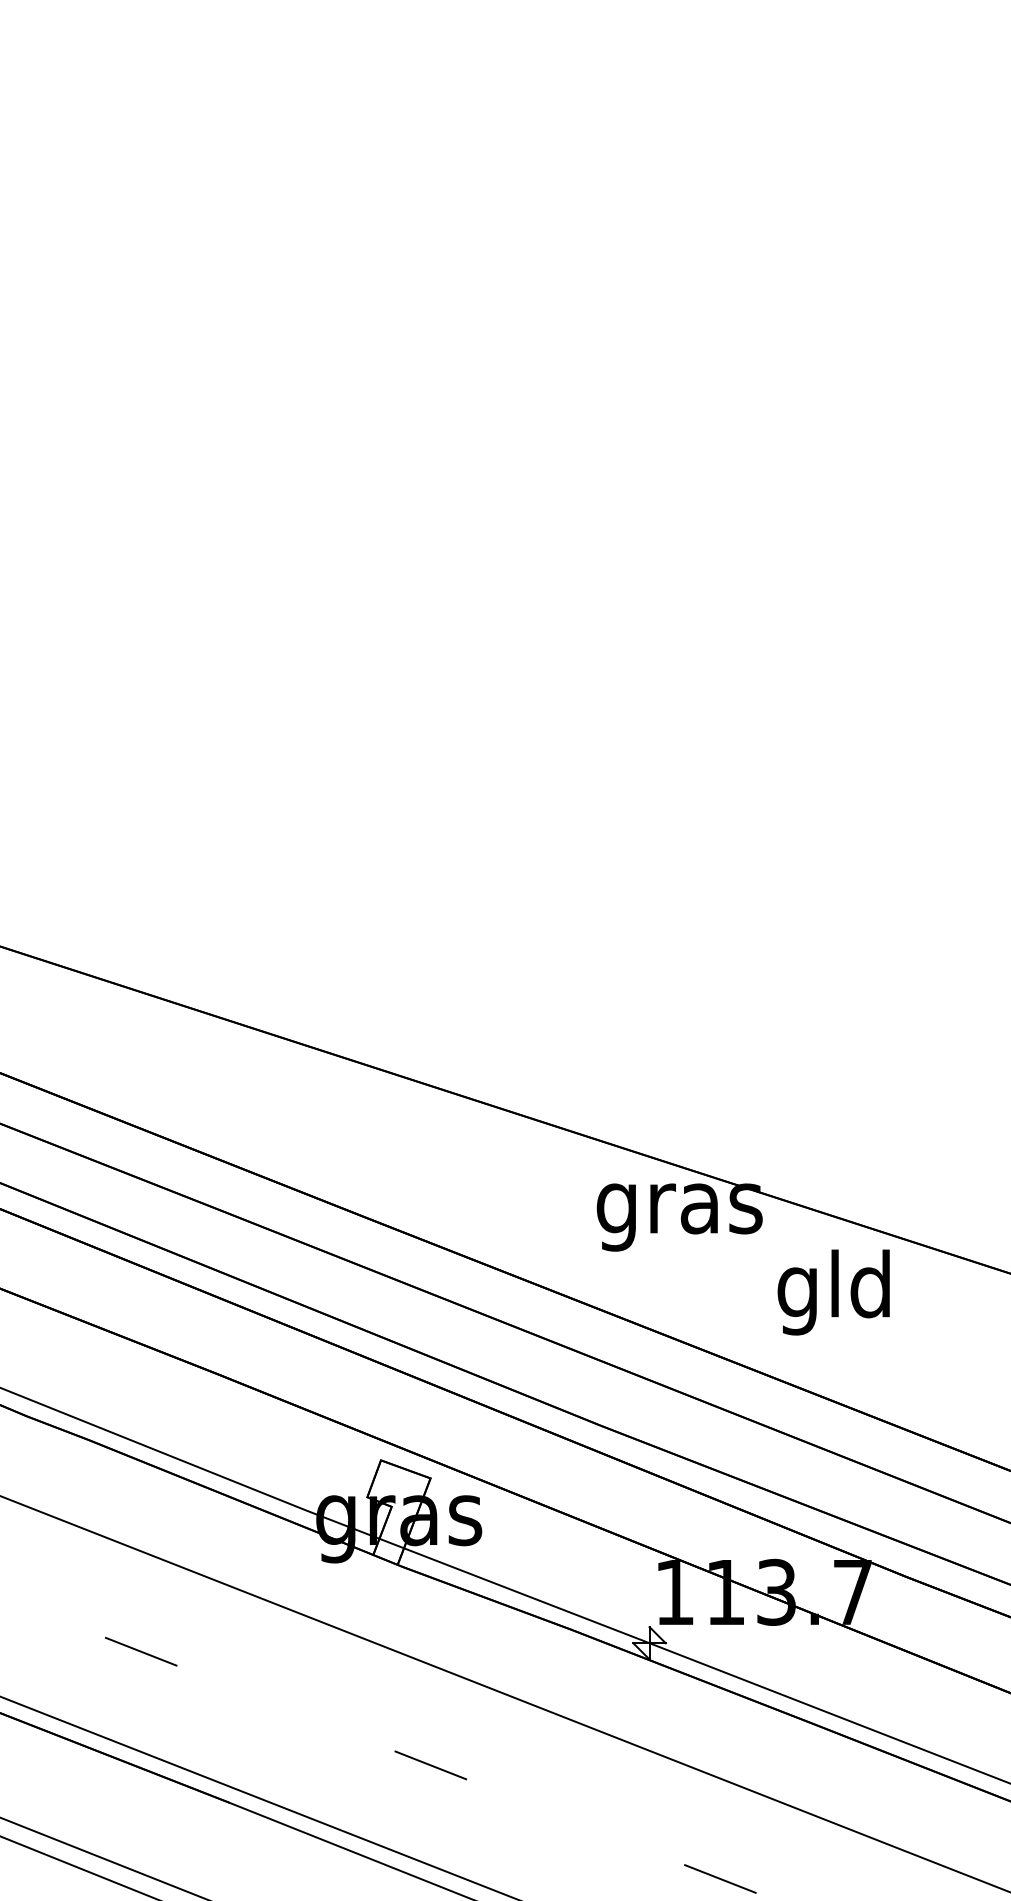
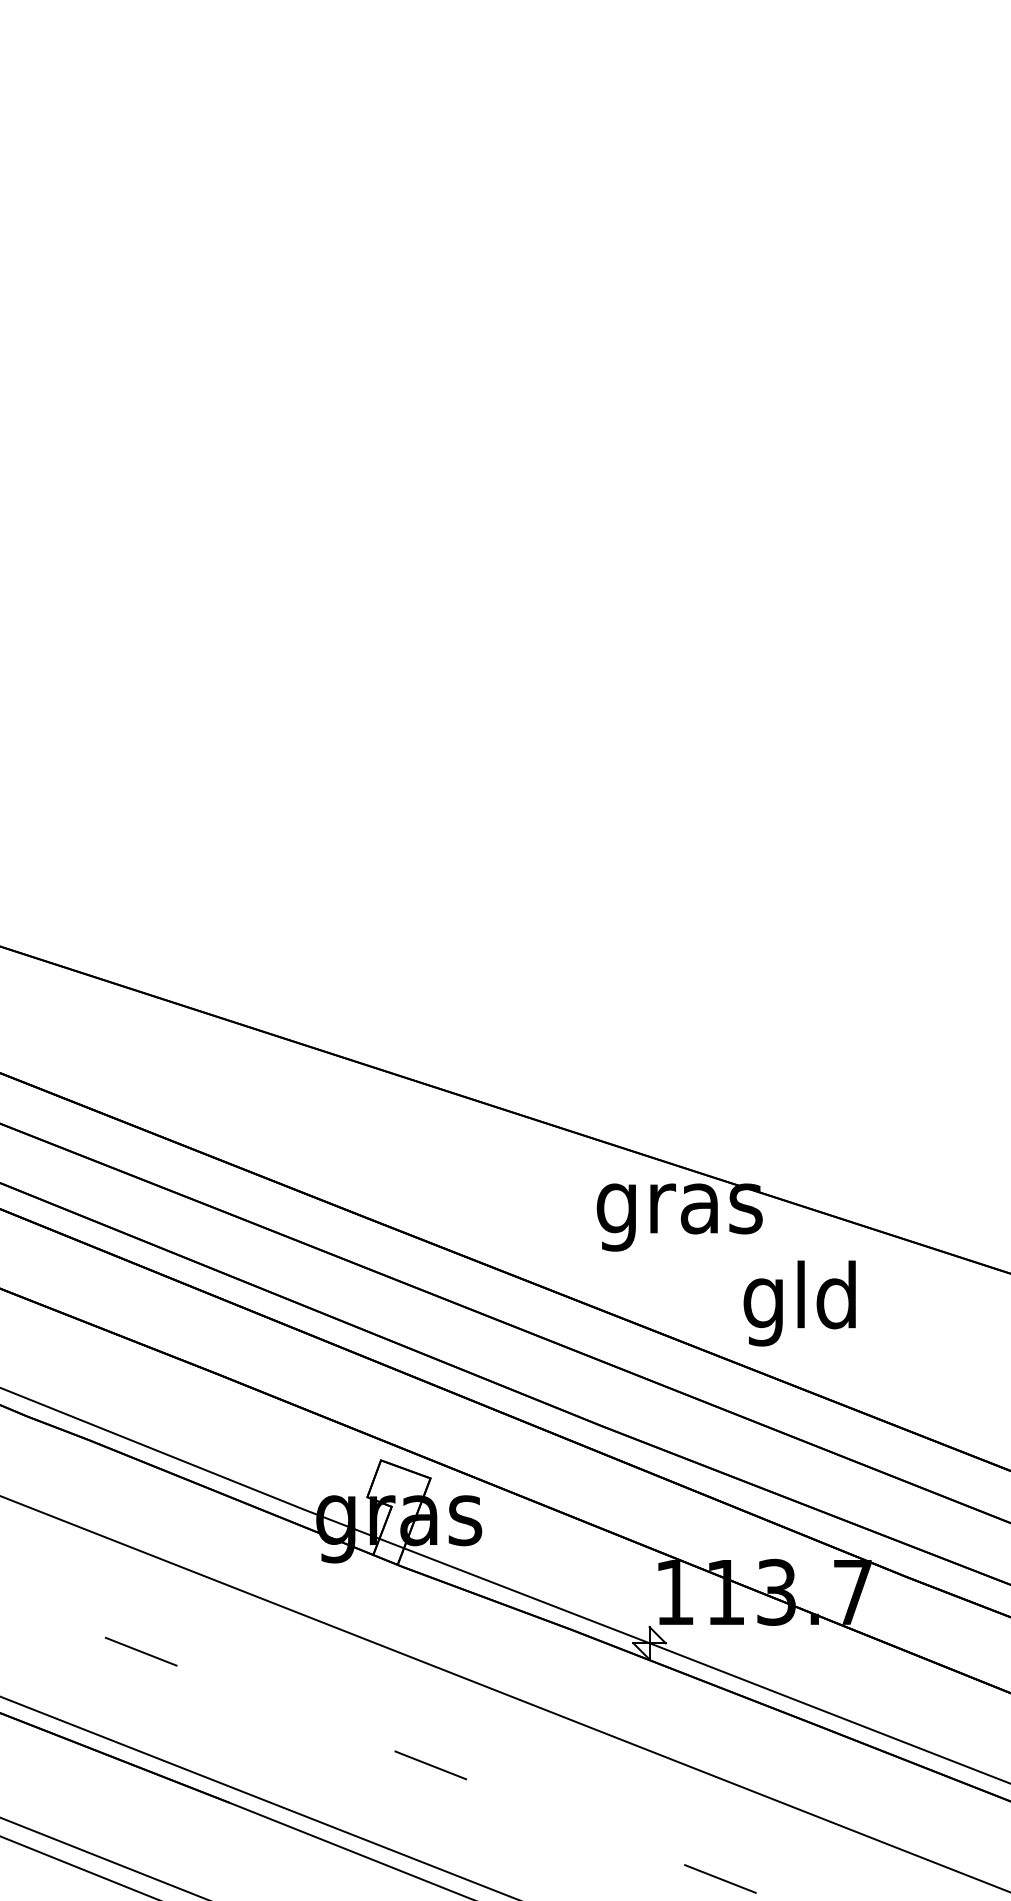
text at (833, 1292) position: (833, 1292) -> (799, 1303)
